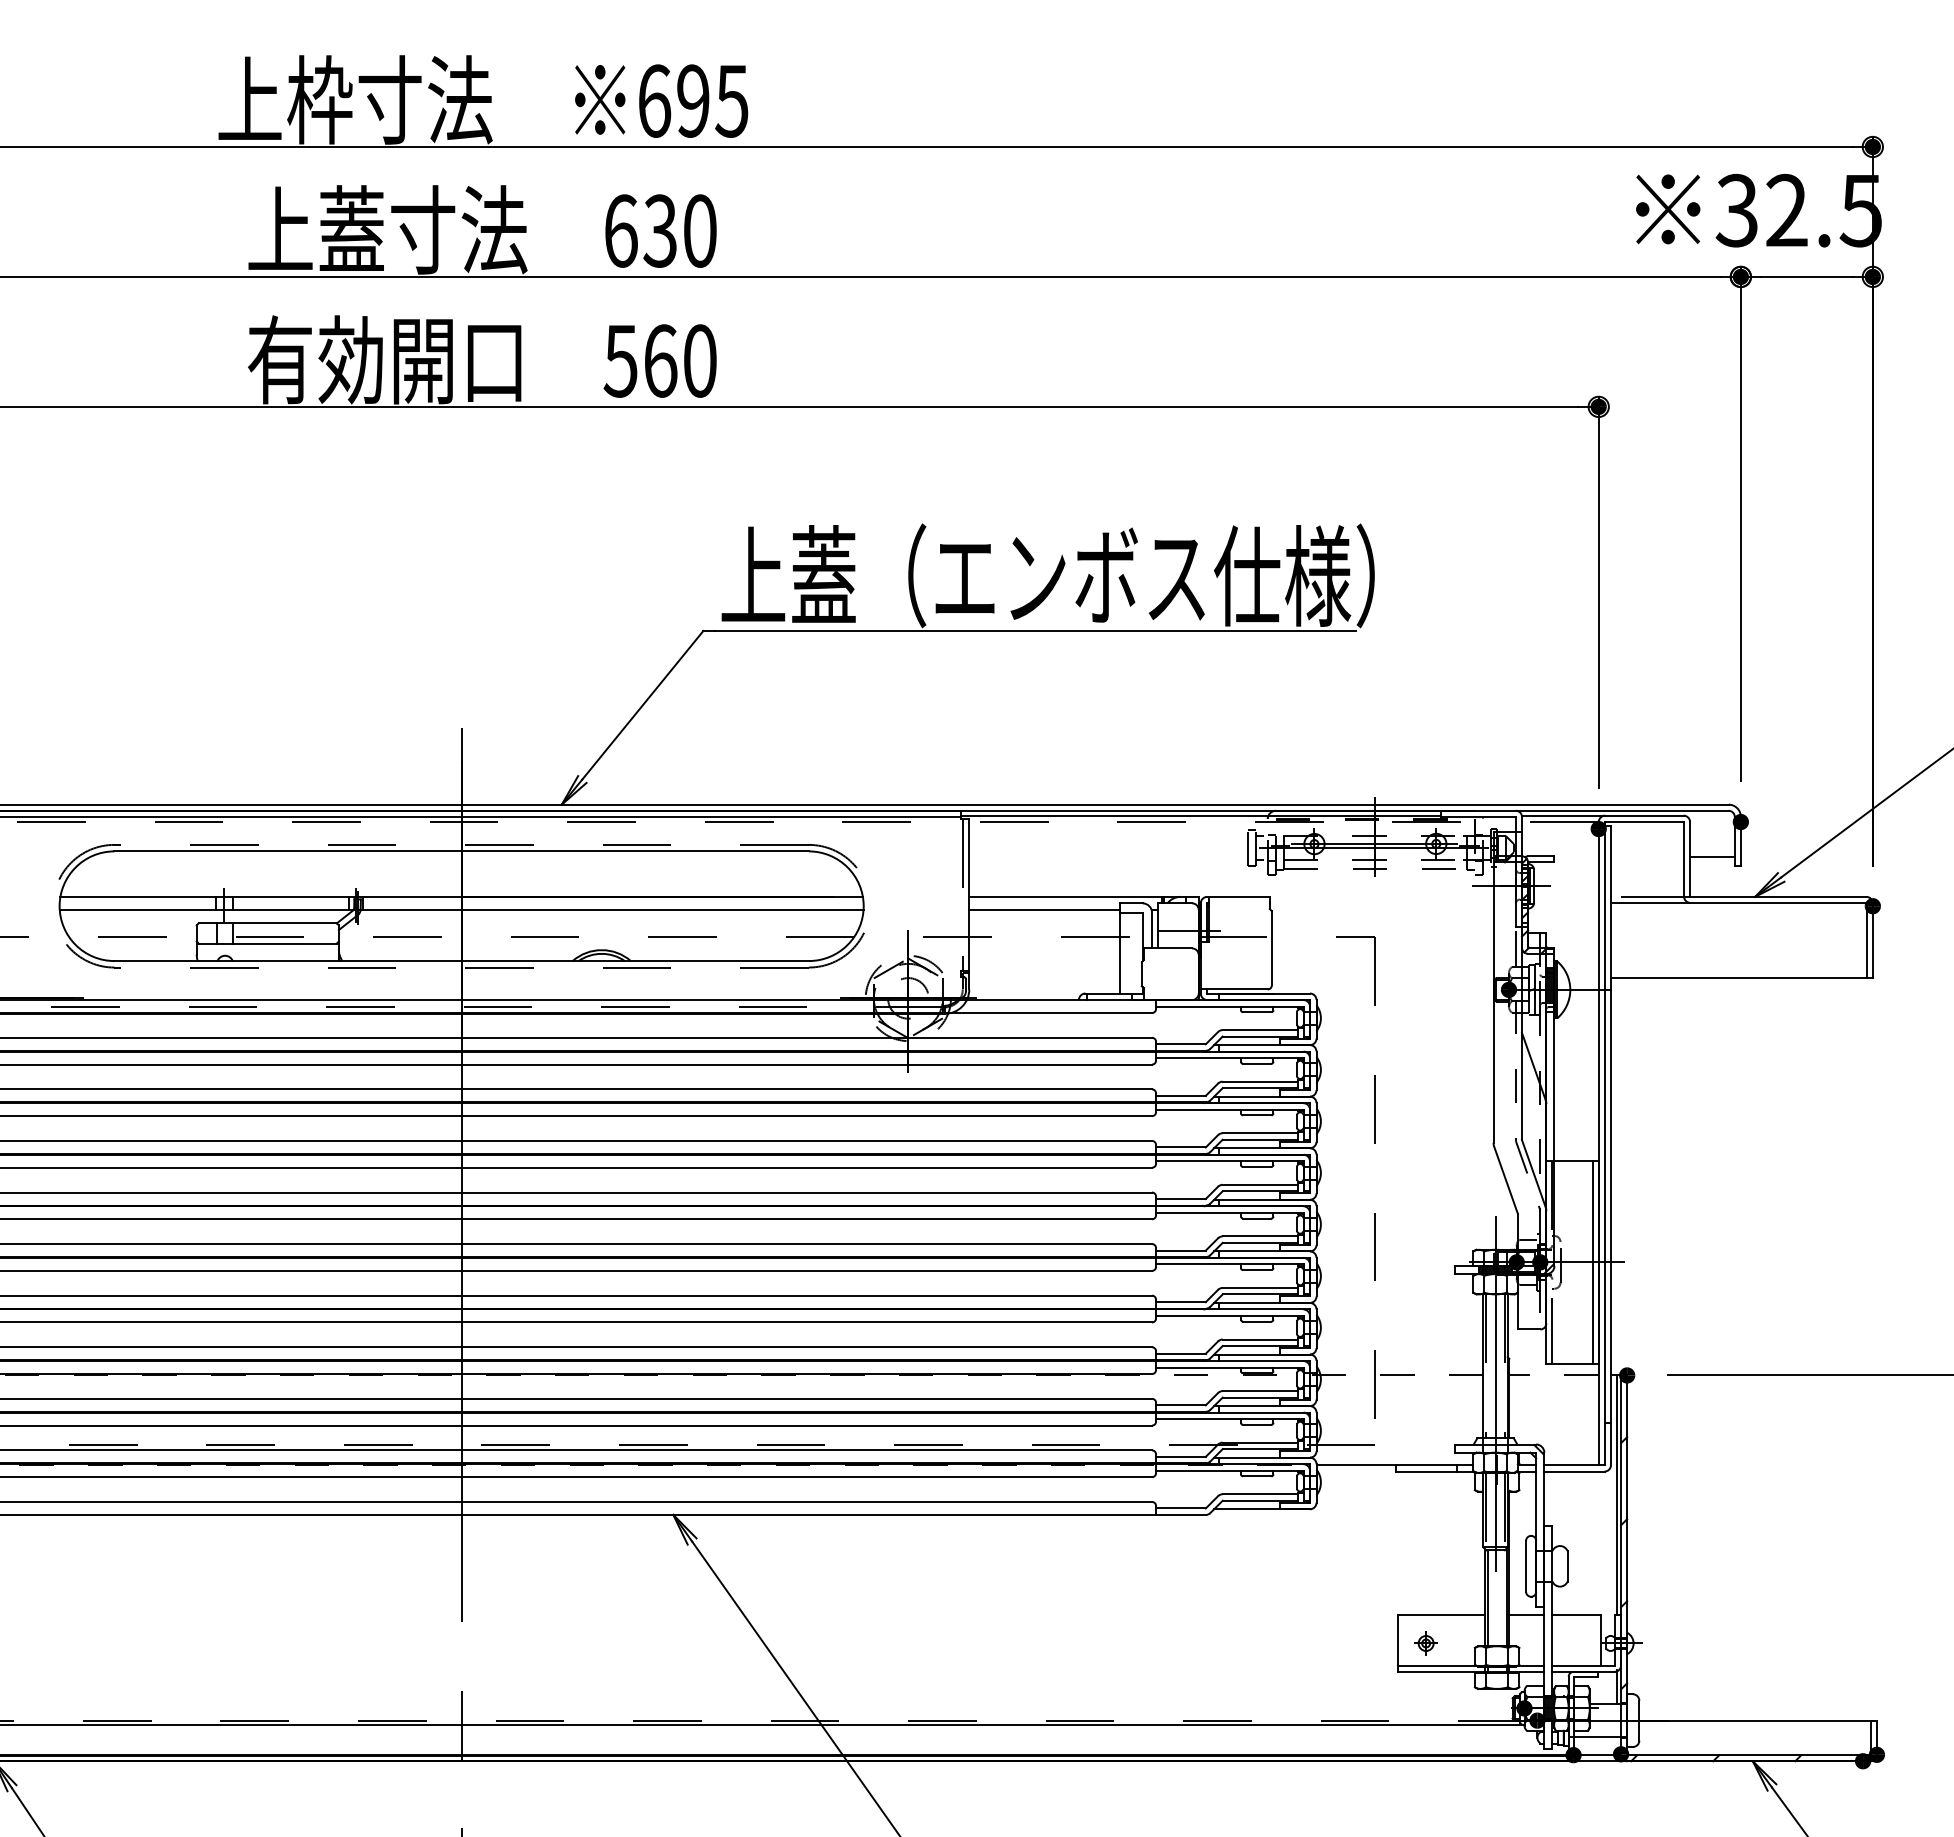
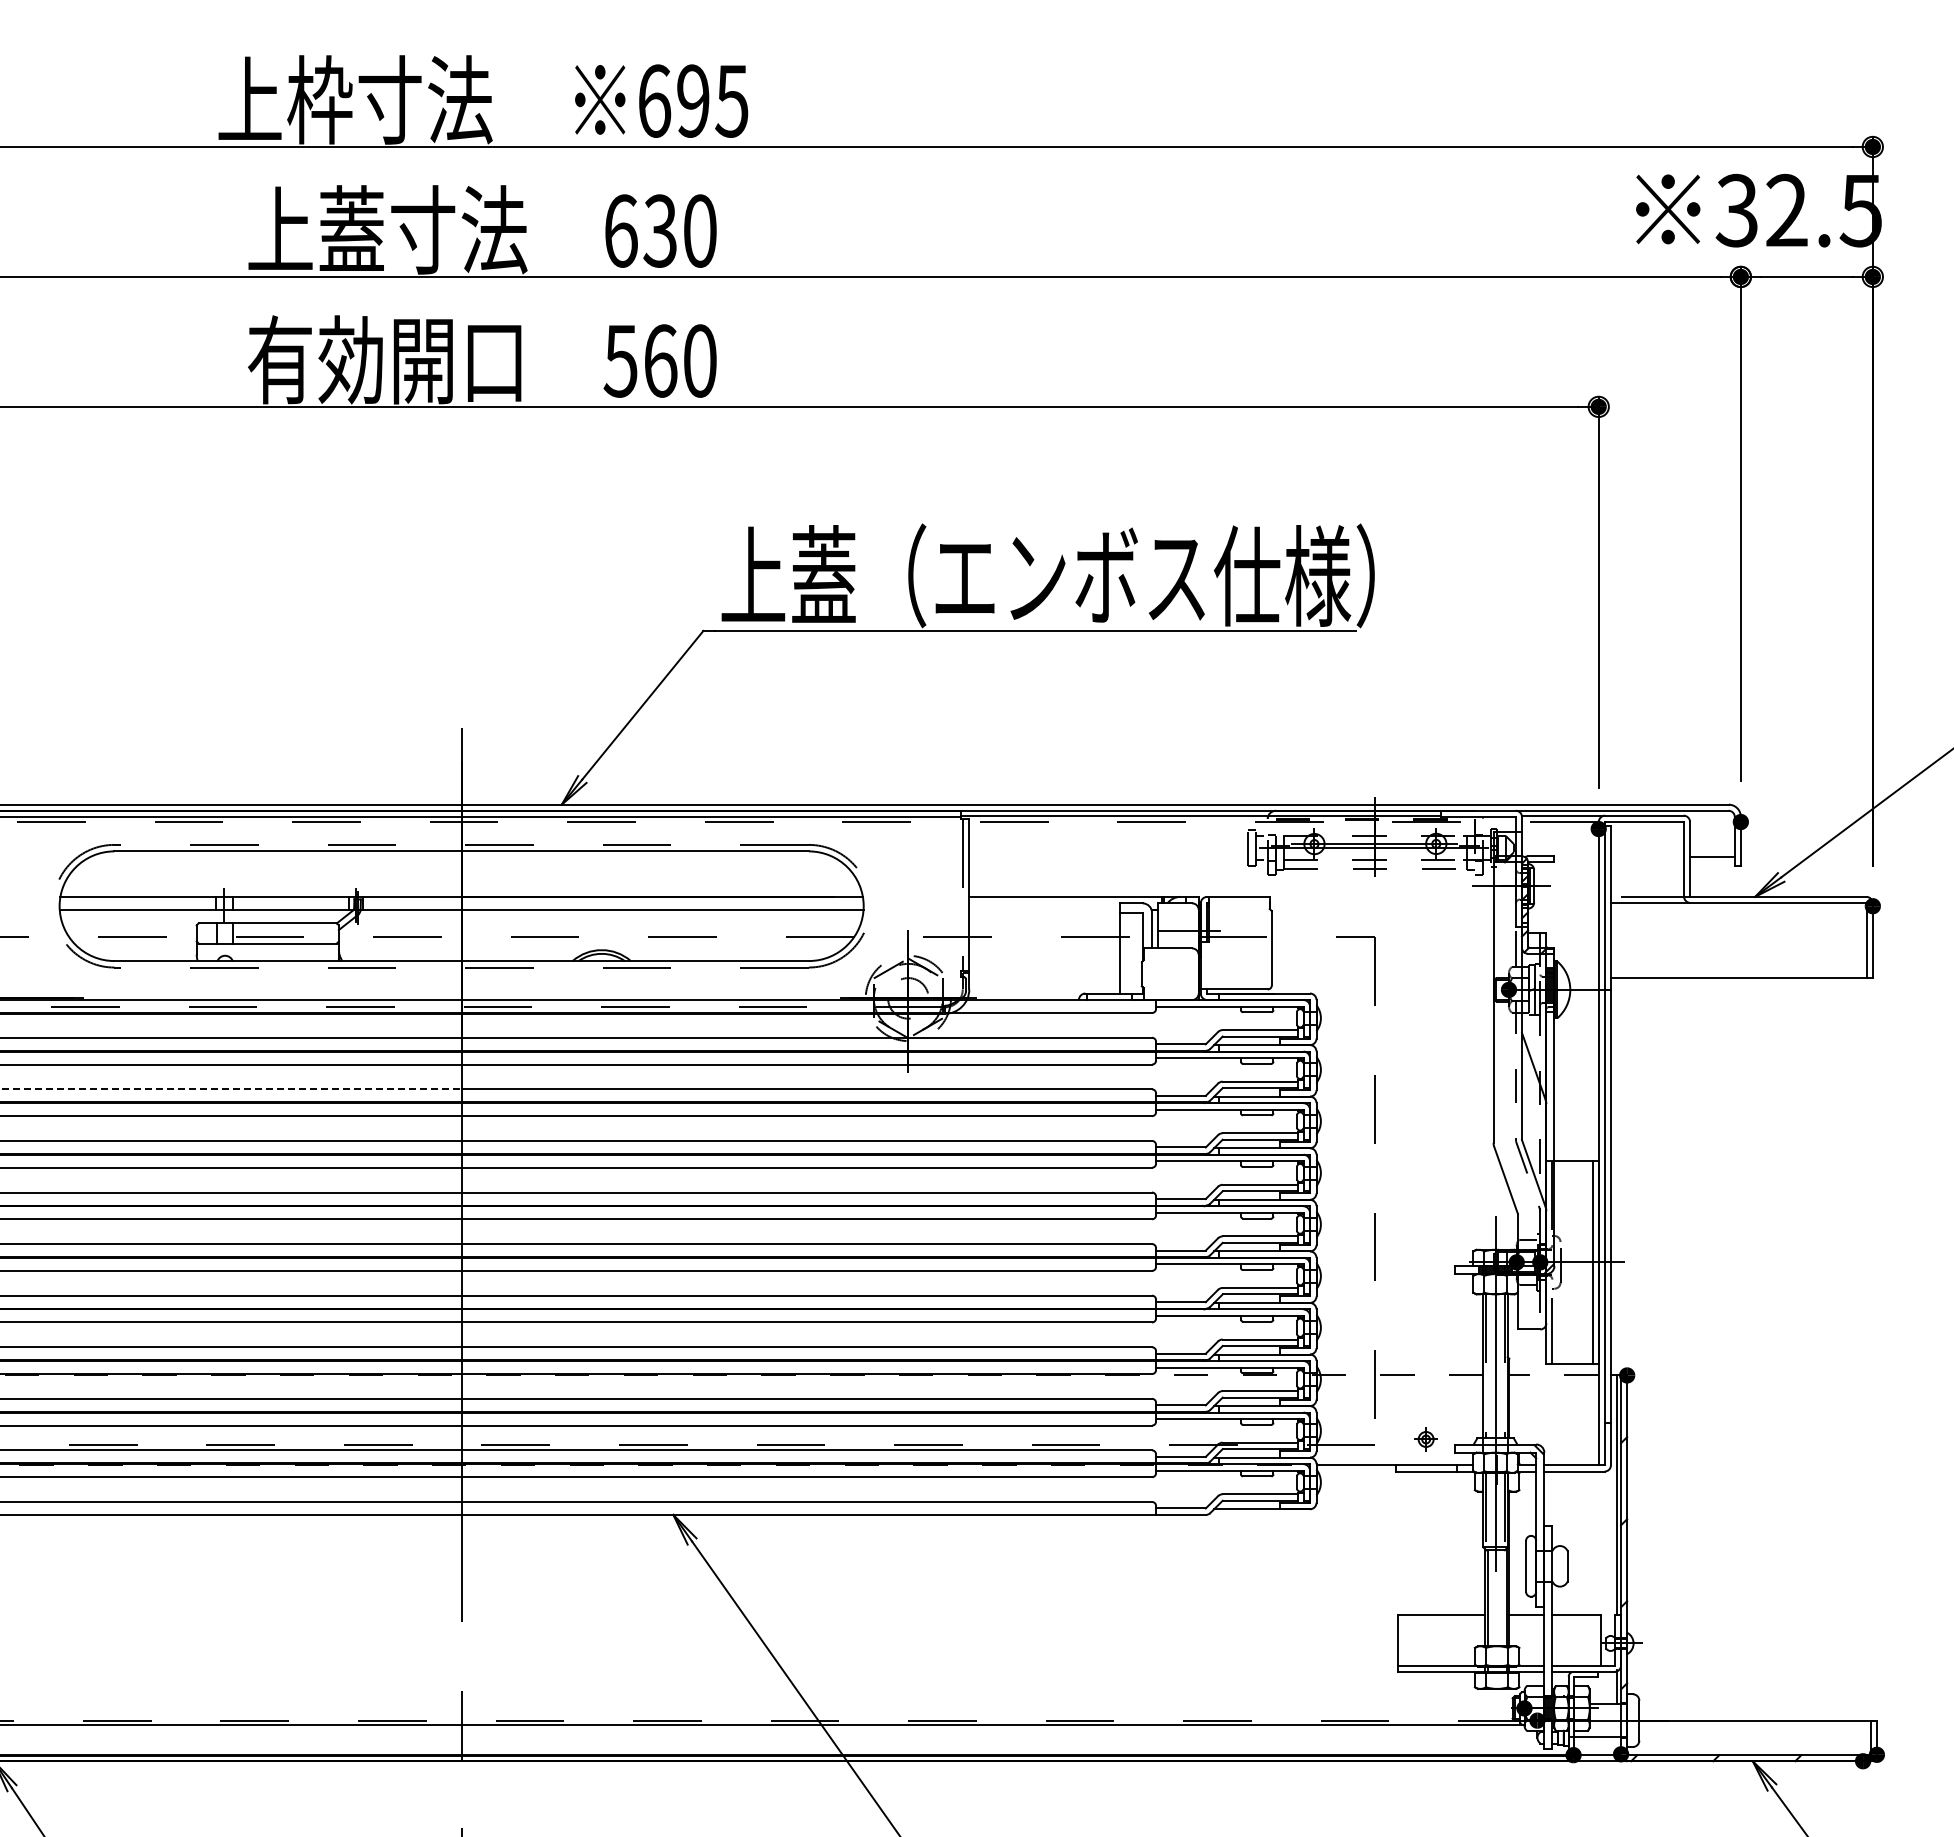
line at (1044, 909): present -> none
line at (230, 1089): solid -> dashed
line at (1808, 1375): present -> none
part at (1425, 1643) position: (1425, 1643) -> (1425, 1439)
